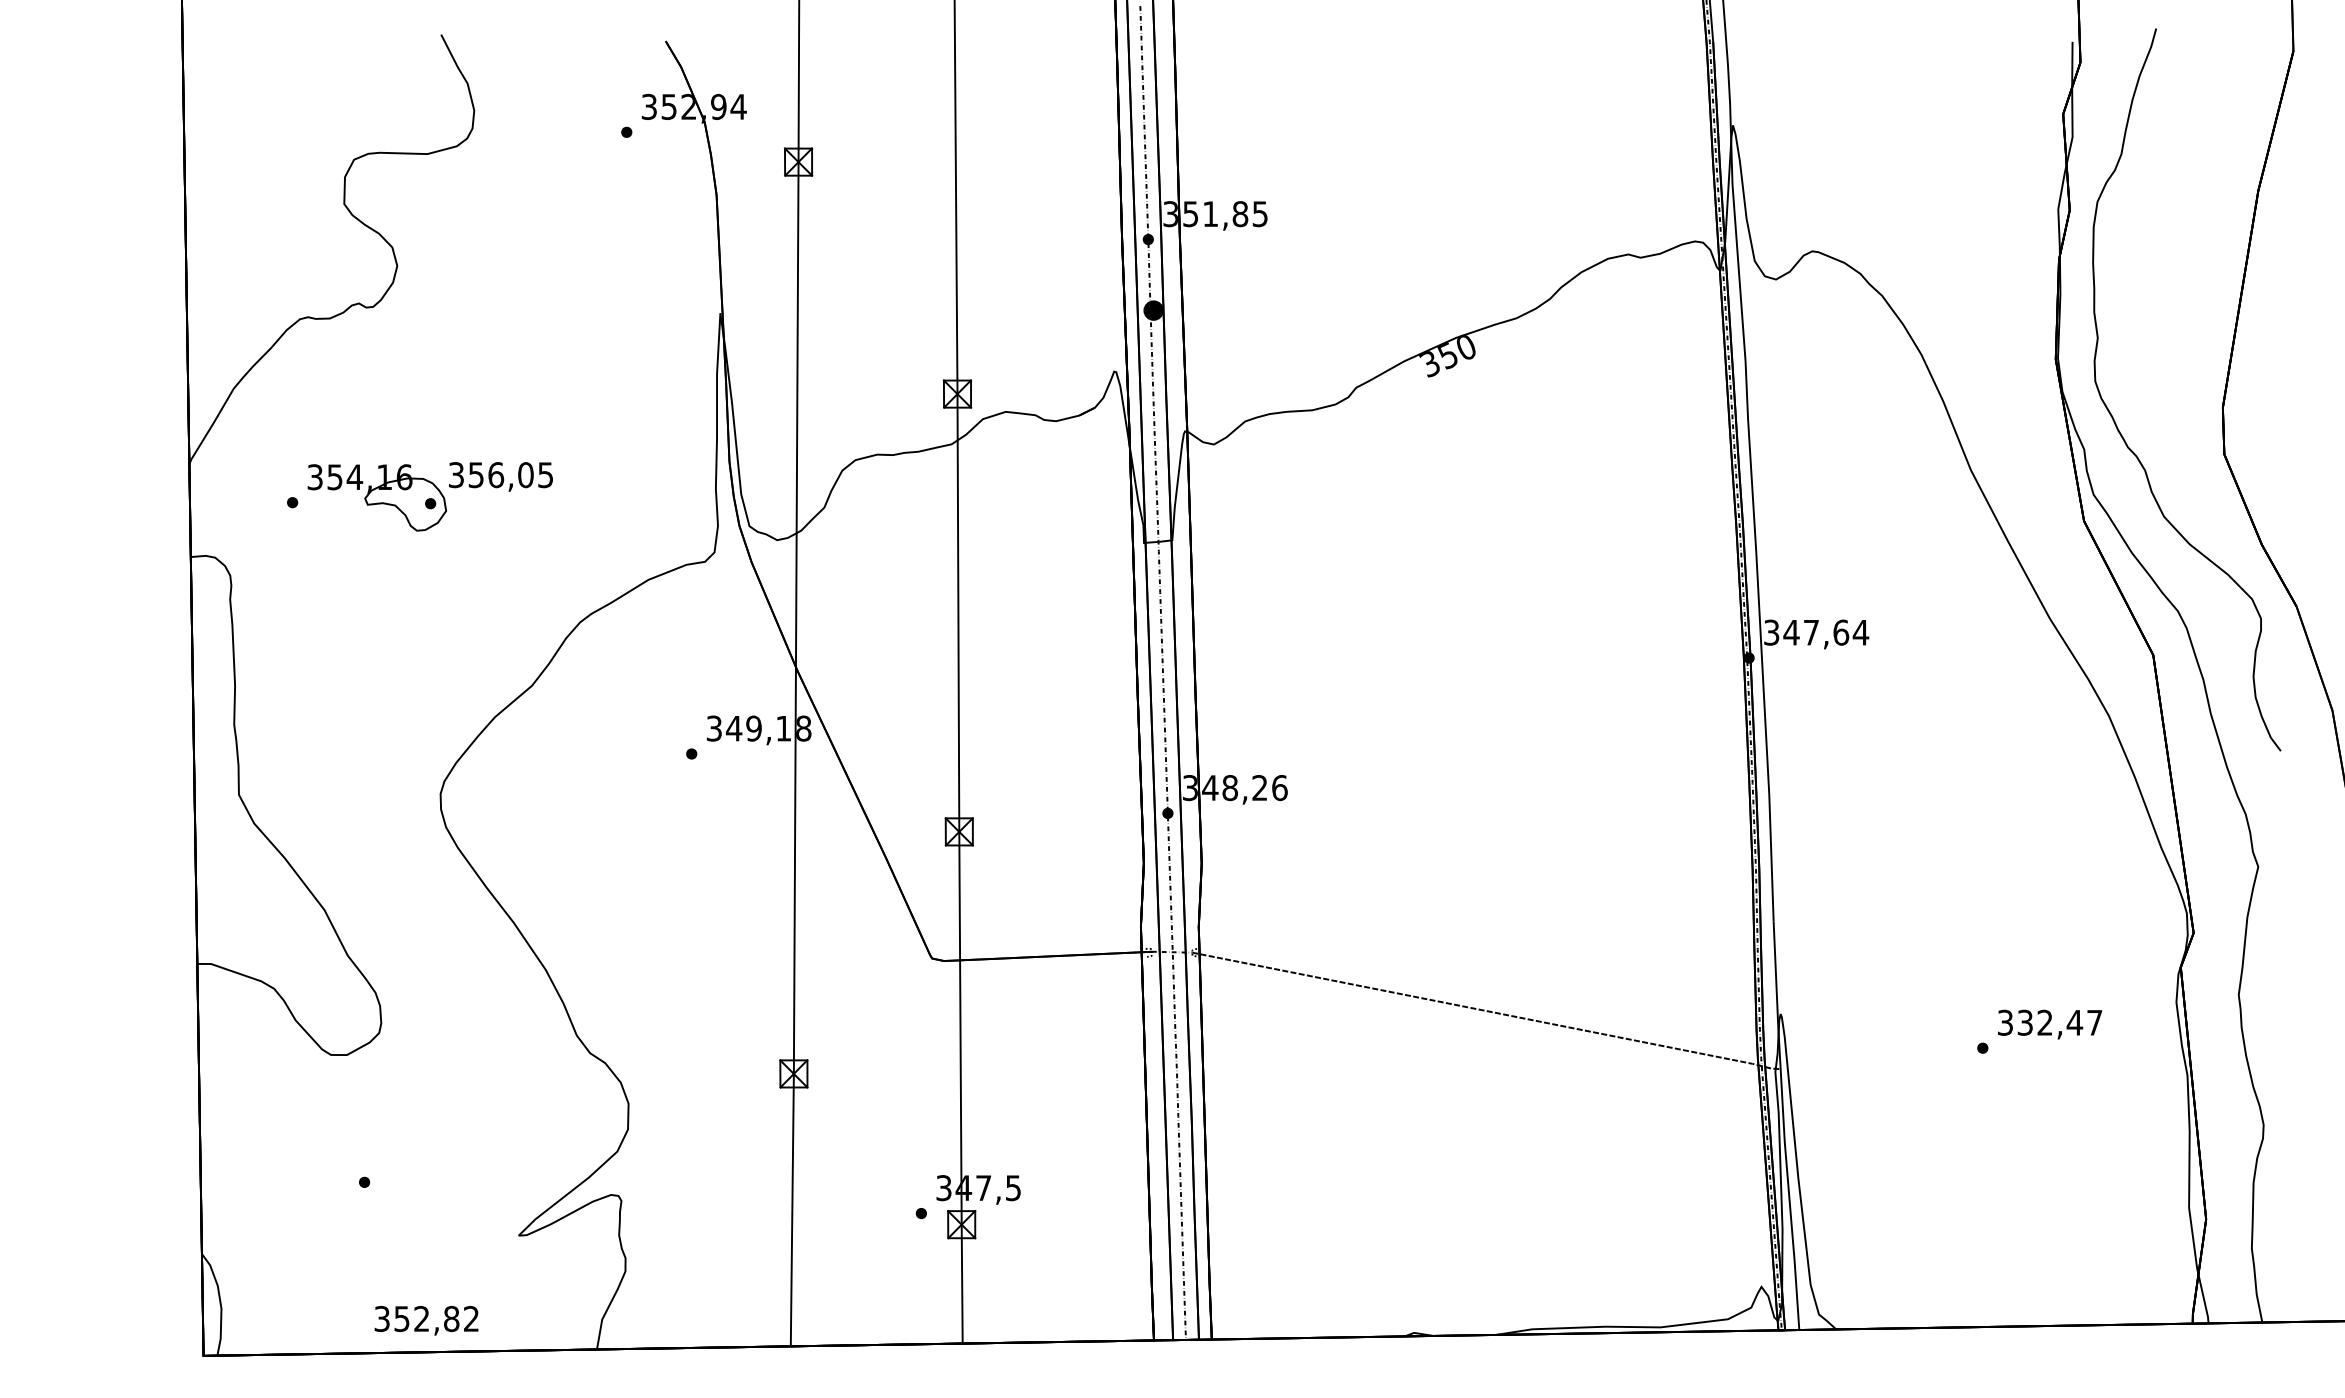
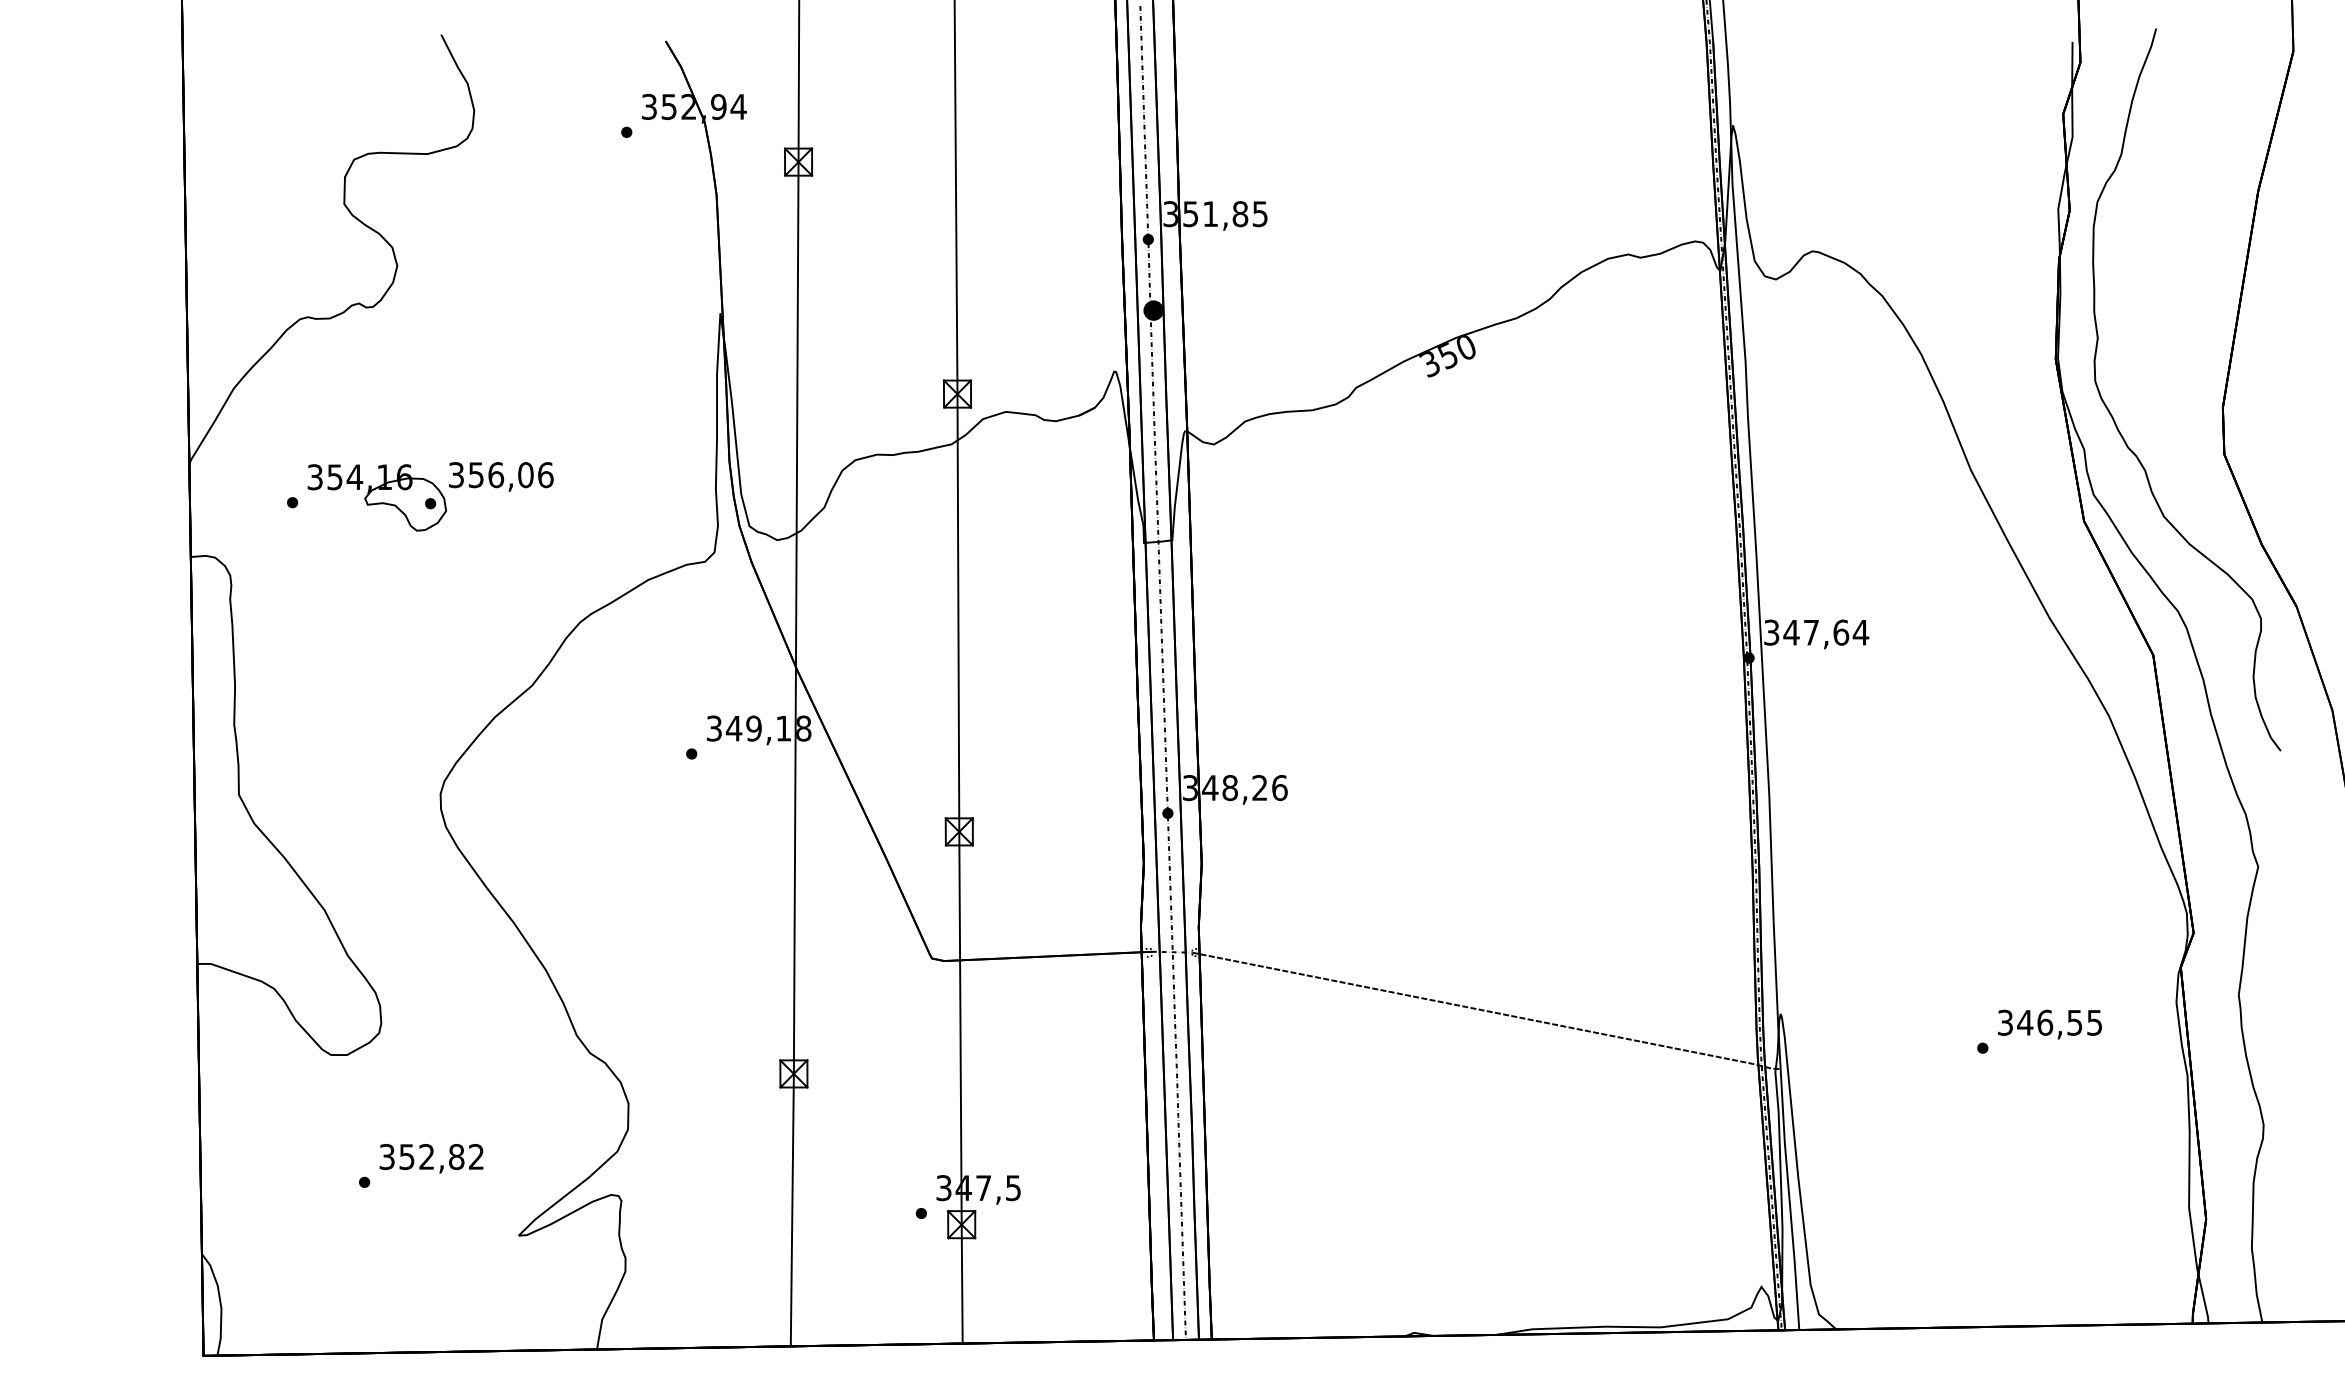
text at (545, 475): 356,05 -> 356,06
text at (2059, 1022): 332,47 -> 346,55
text at (426, 1320) position: (426, 1320) -> (431, 1158)
